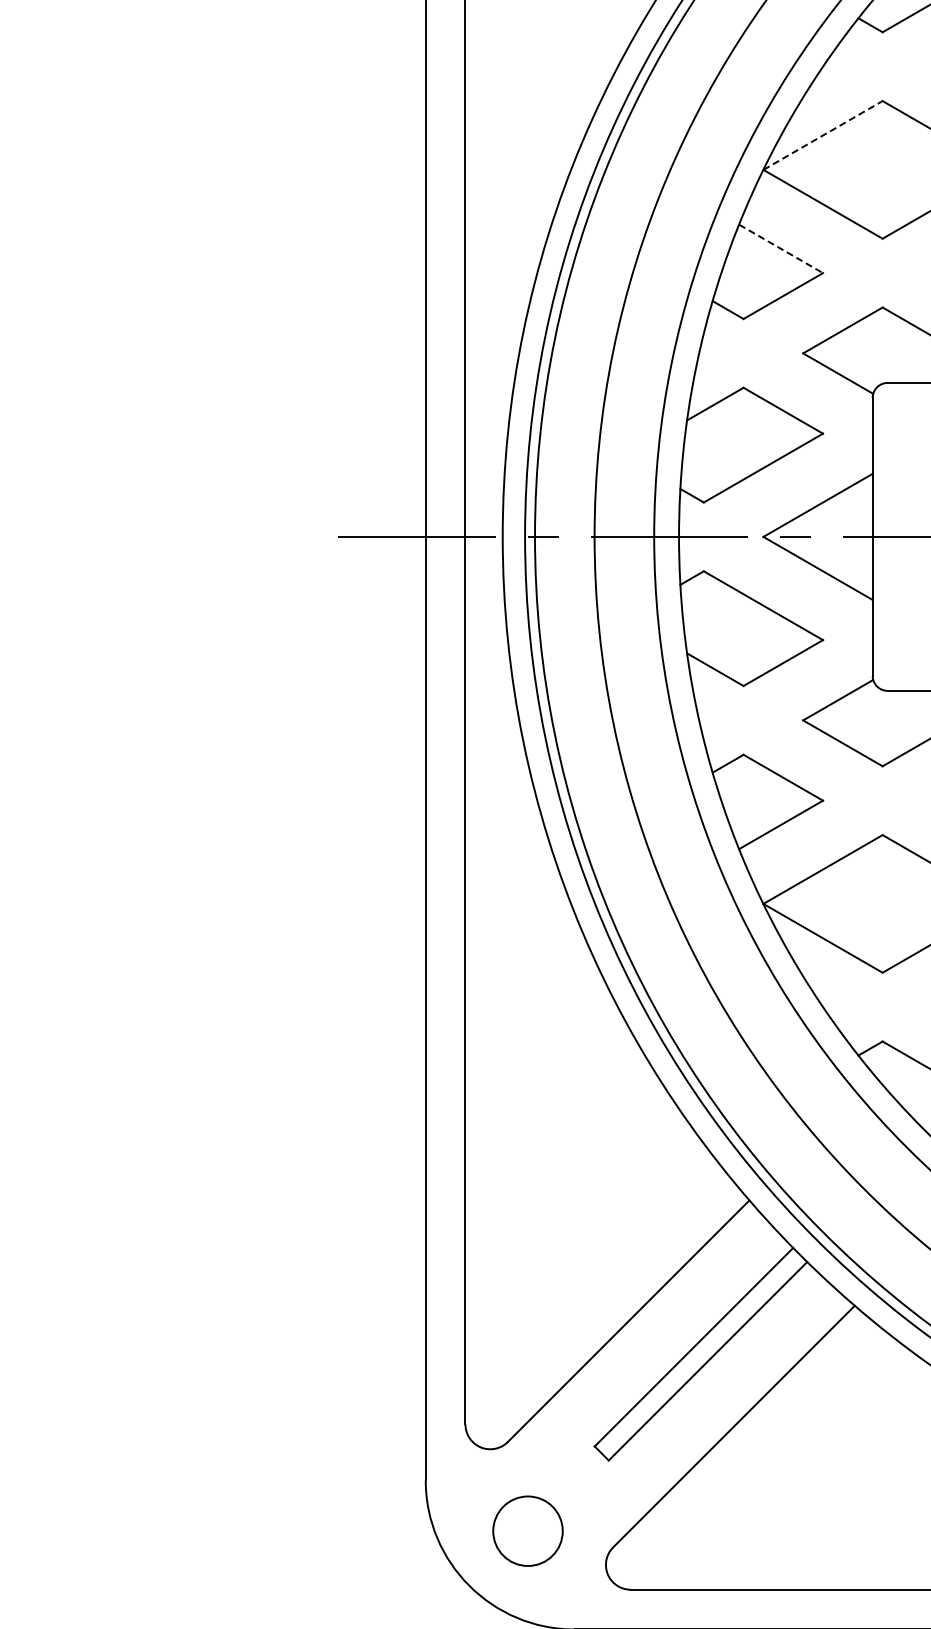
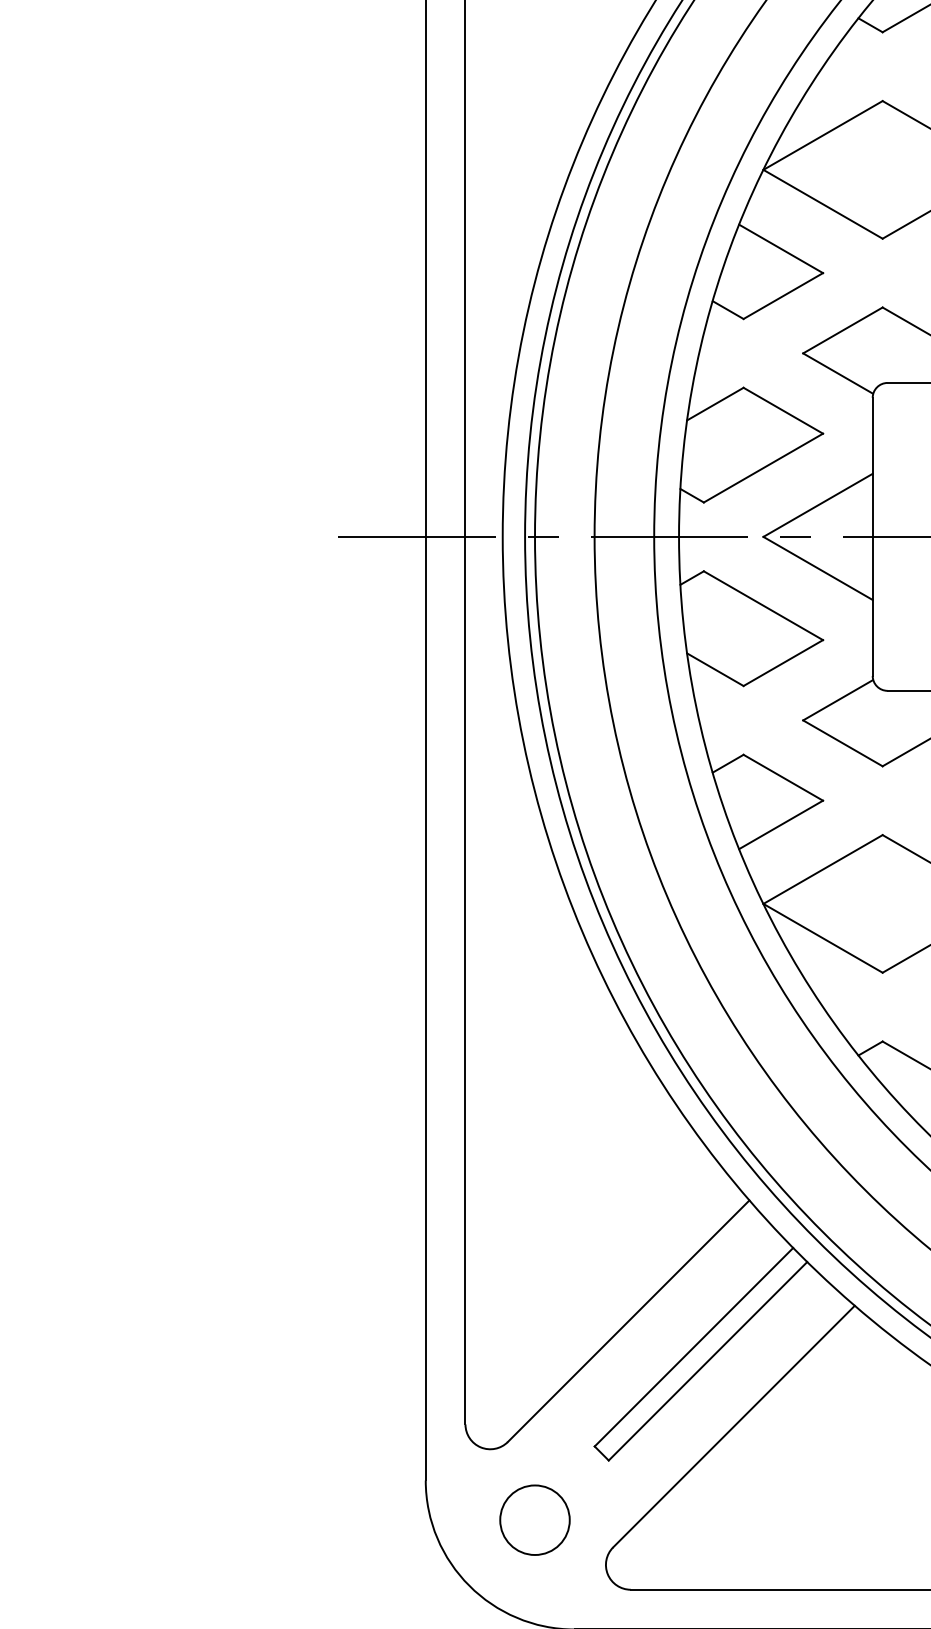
line at (823, 135): dashed -> solid
line at (781, 249): dashed -> solid
circle at (527, 1530) position: (527, 1530) -> (534, 1519)
